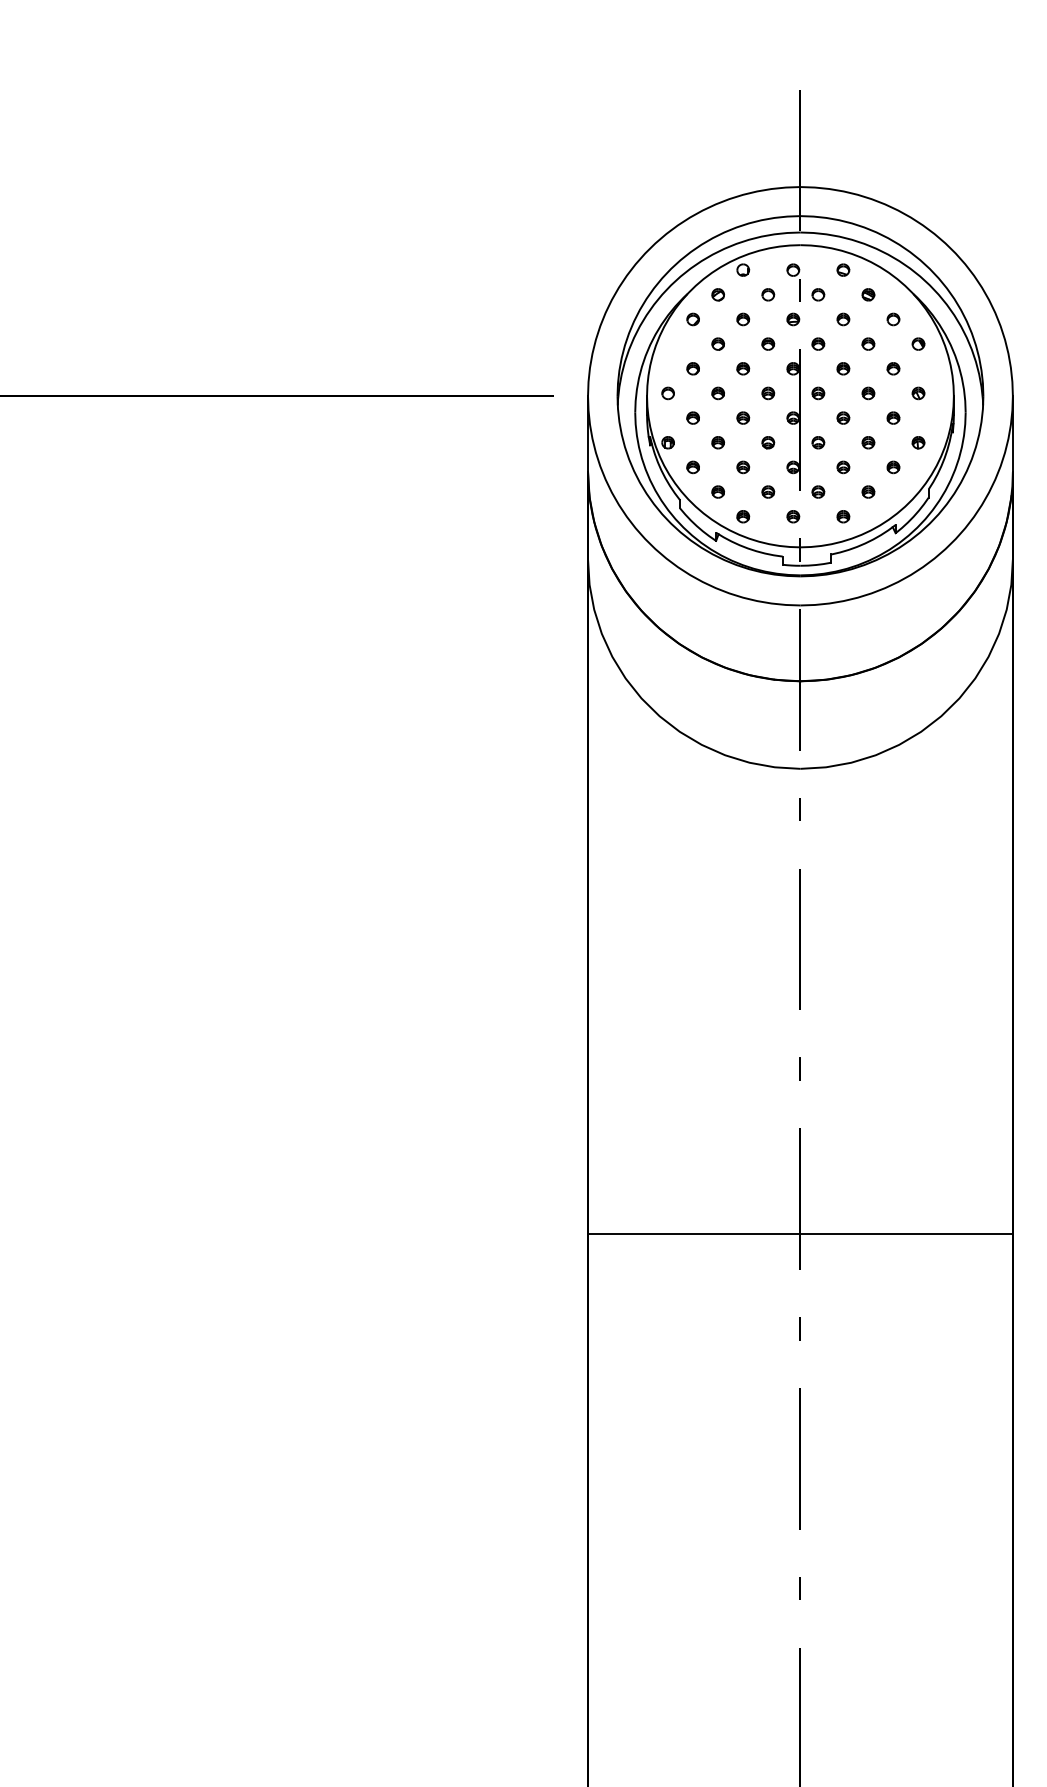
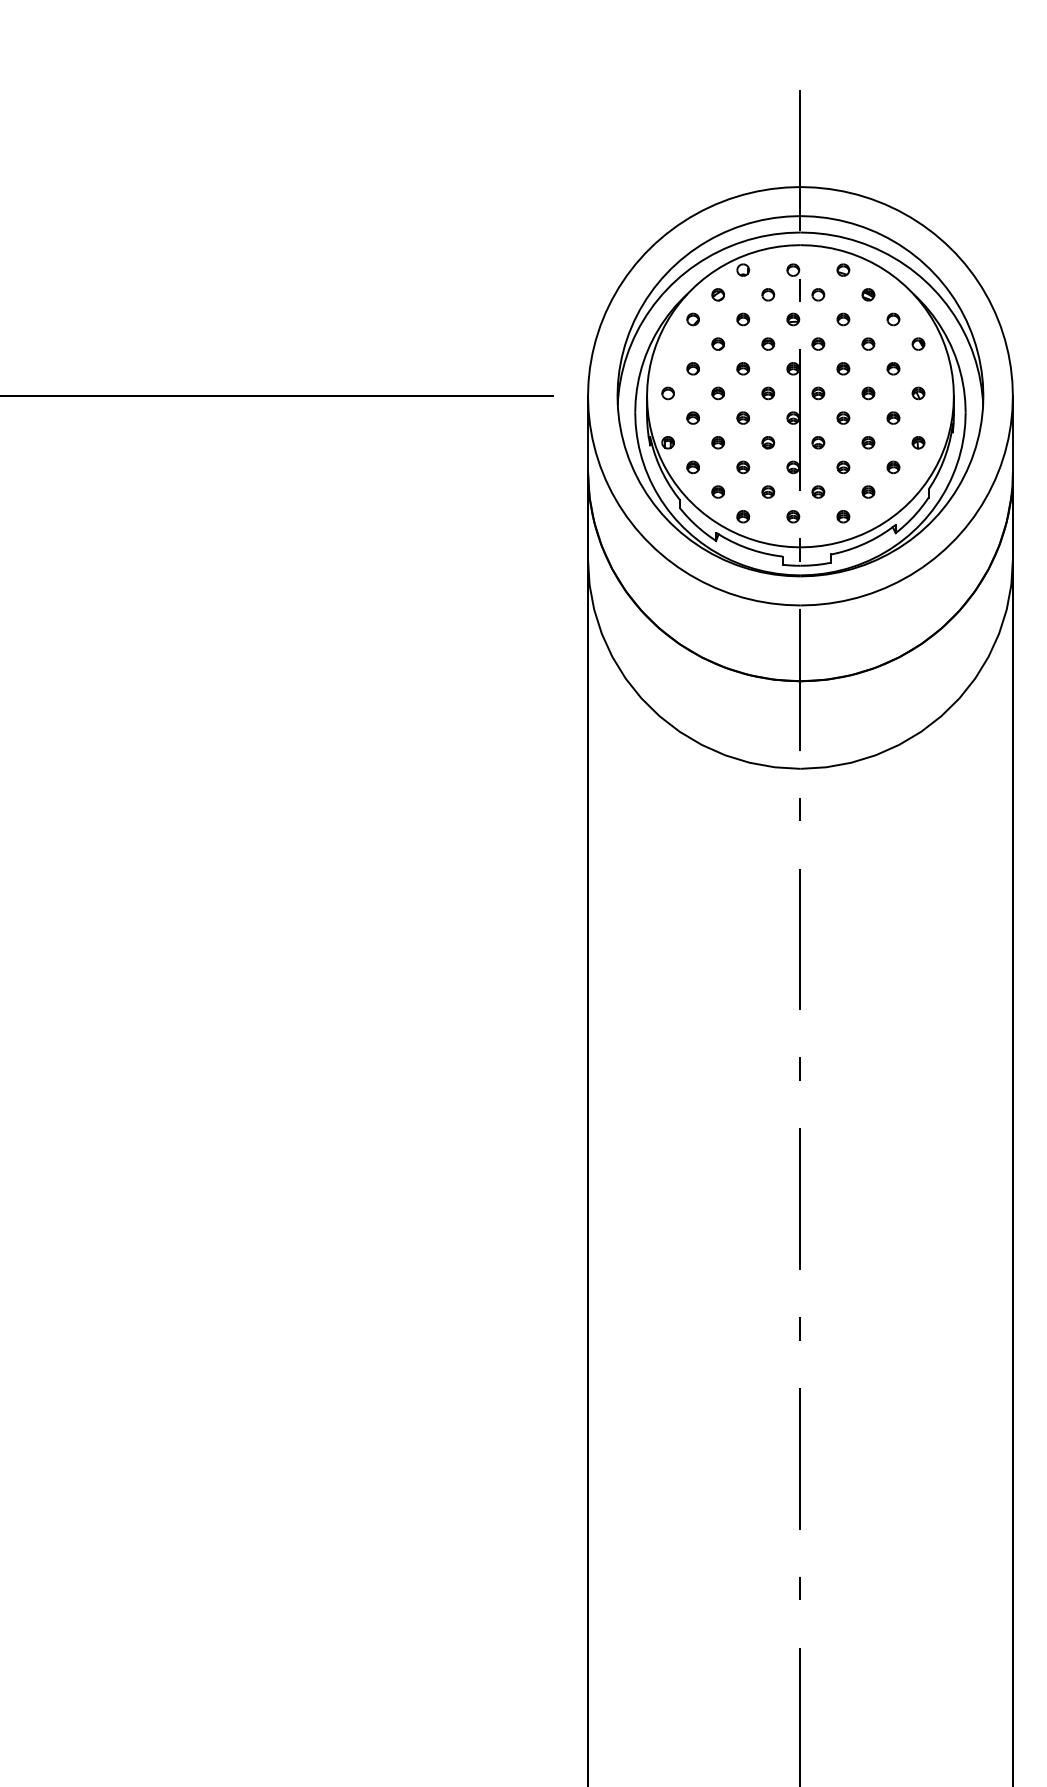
line at (800, 1233): present -> none
